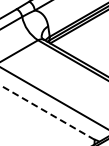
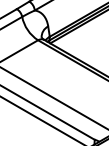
line at (47, 112): dashed -> solid
line at (41, 119): none -> present
